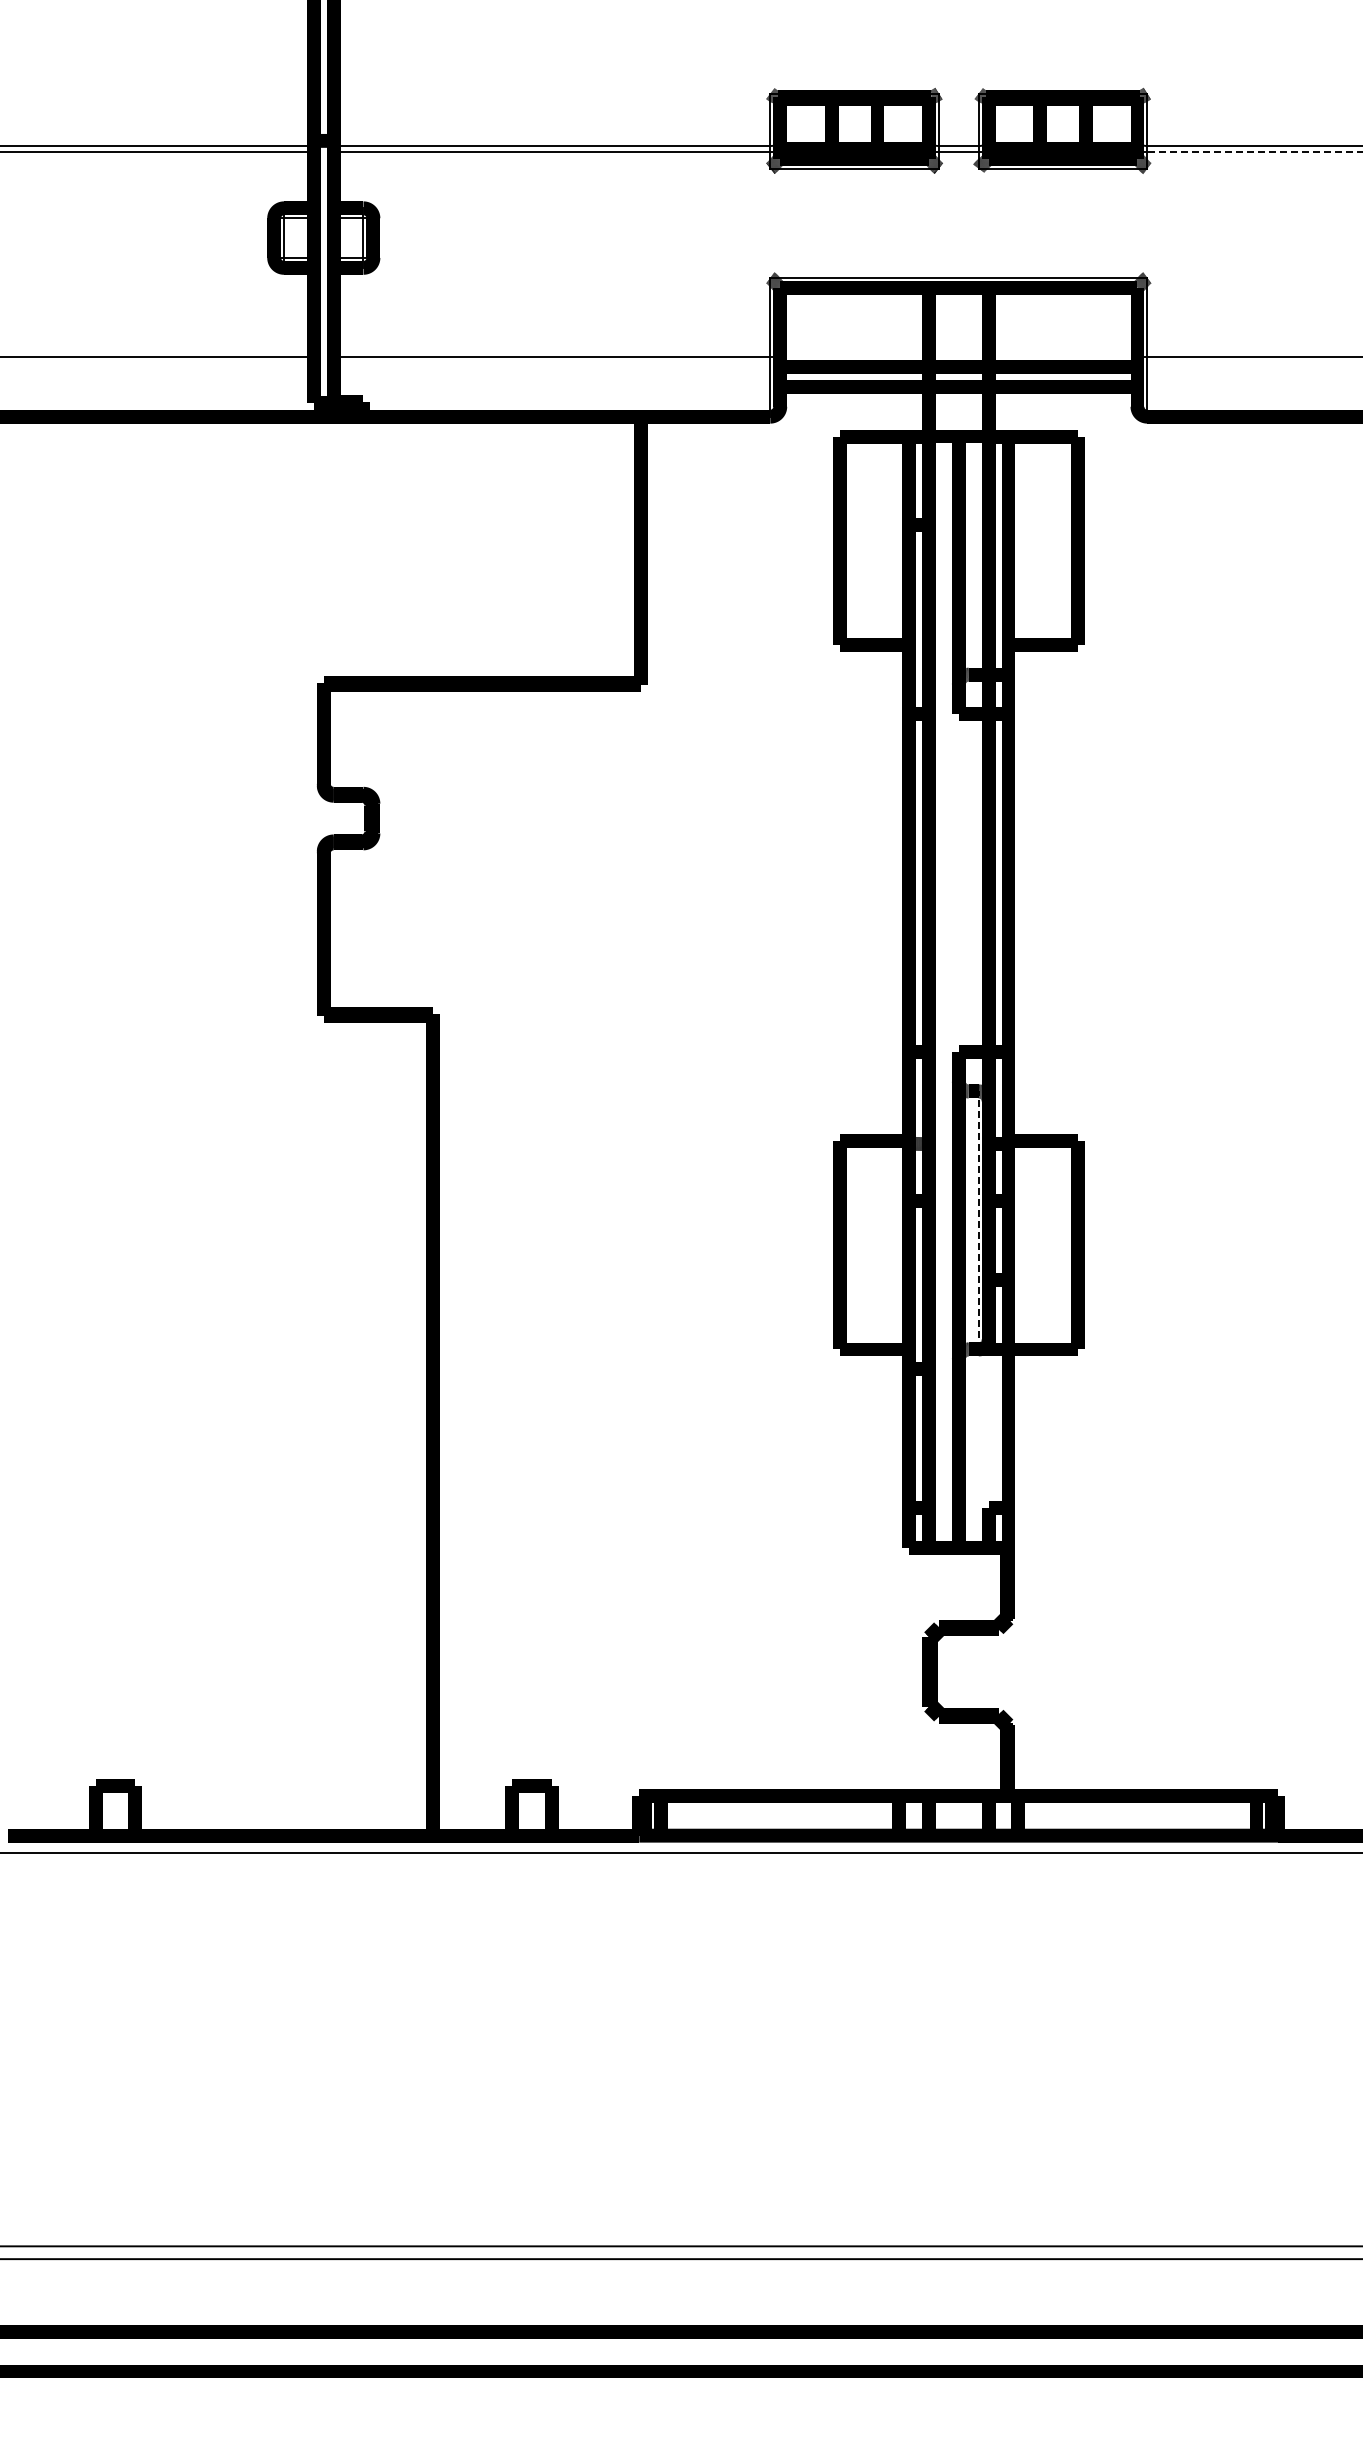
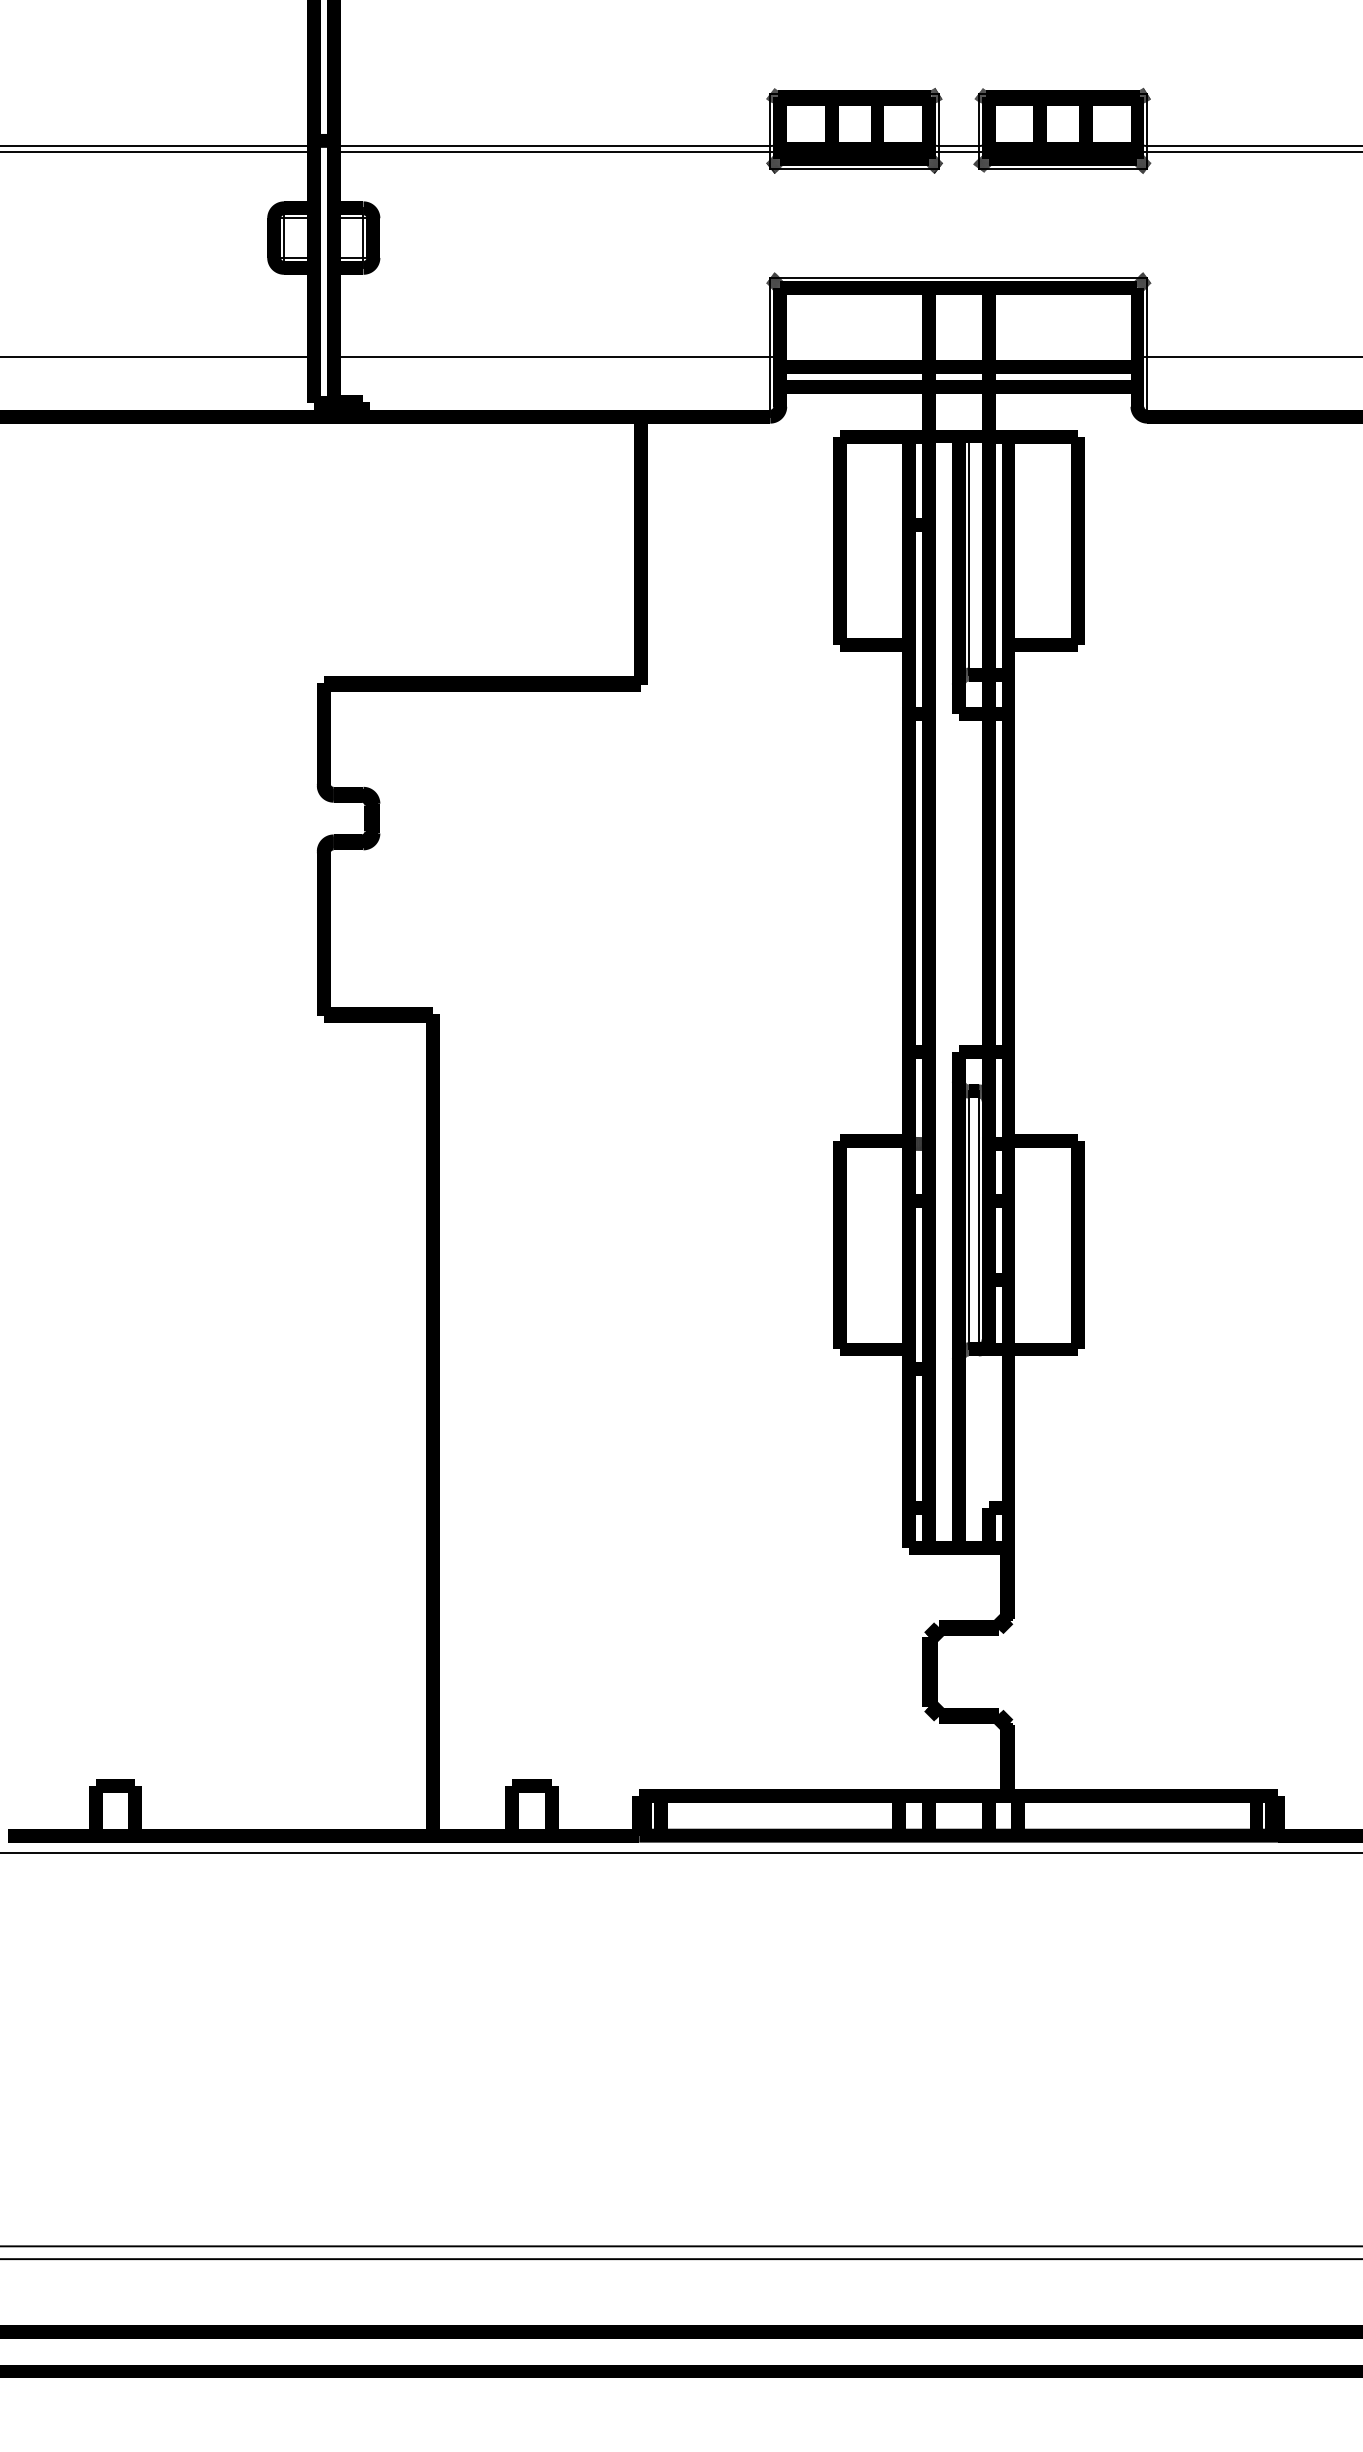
line at (1254, 152): dashed -> solid
line at (968, 555): none -> present
line at (968, 1220): none -> present
line at (978, 1220): dashed -> solid
